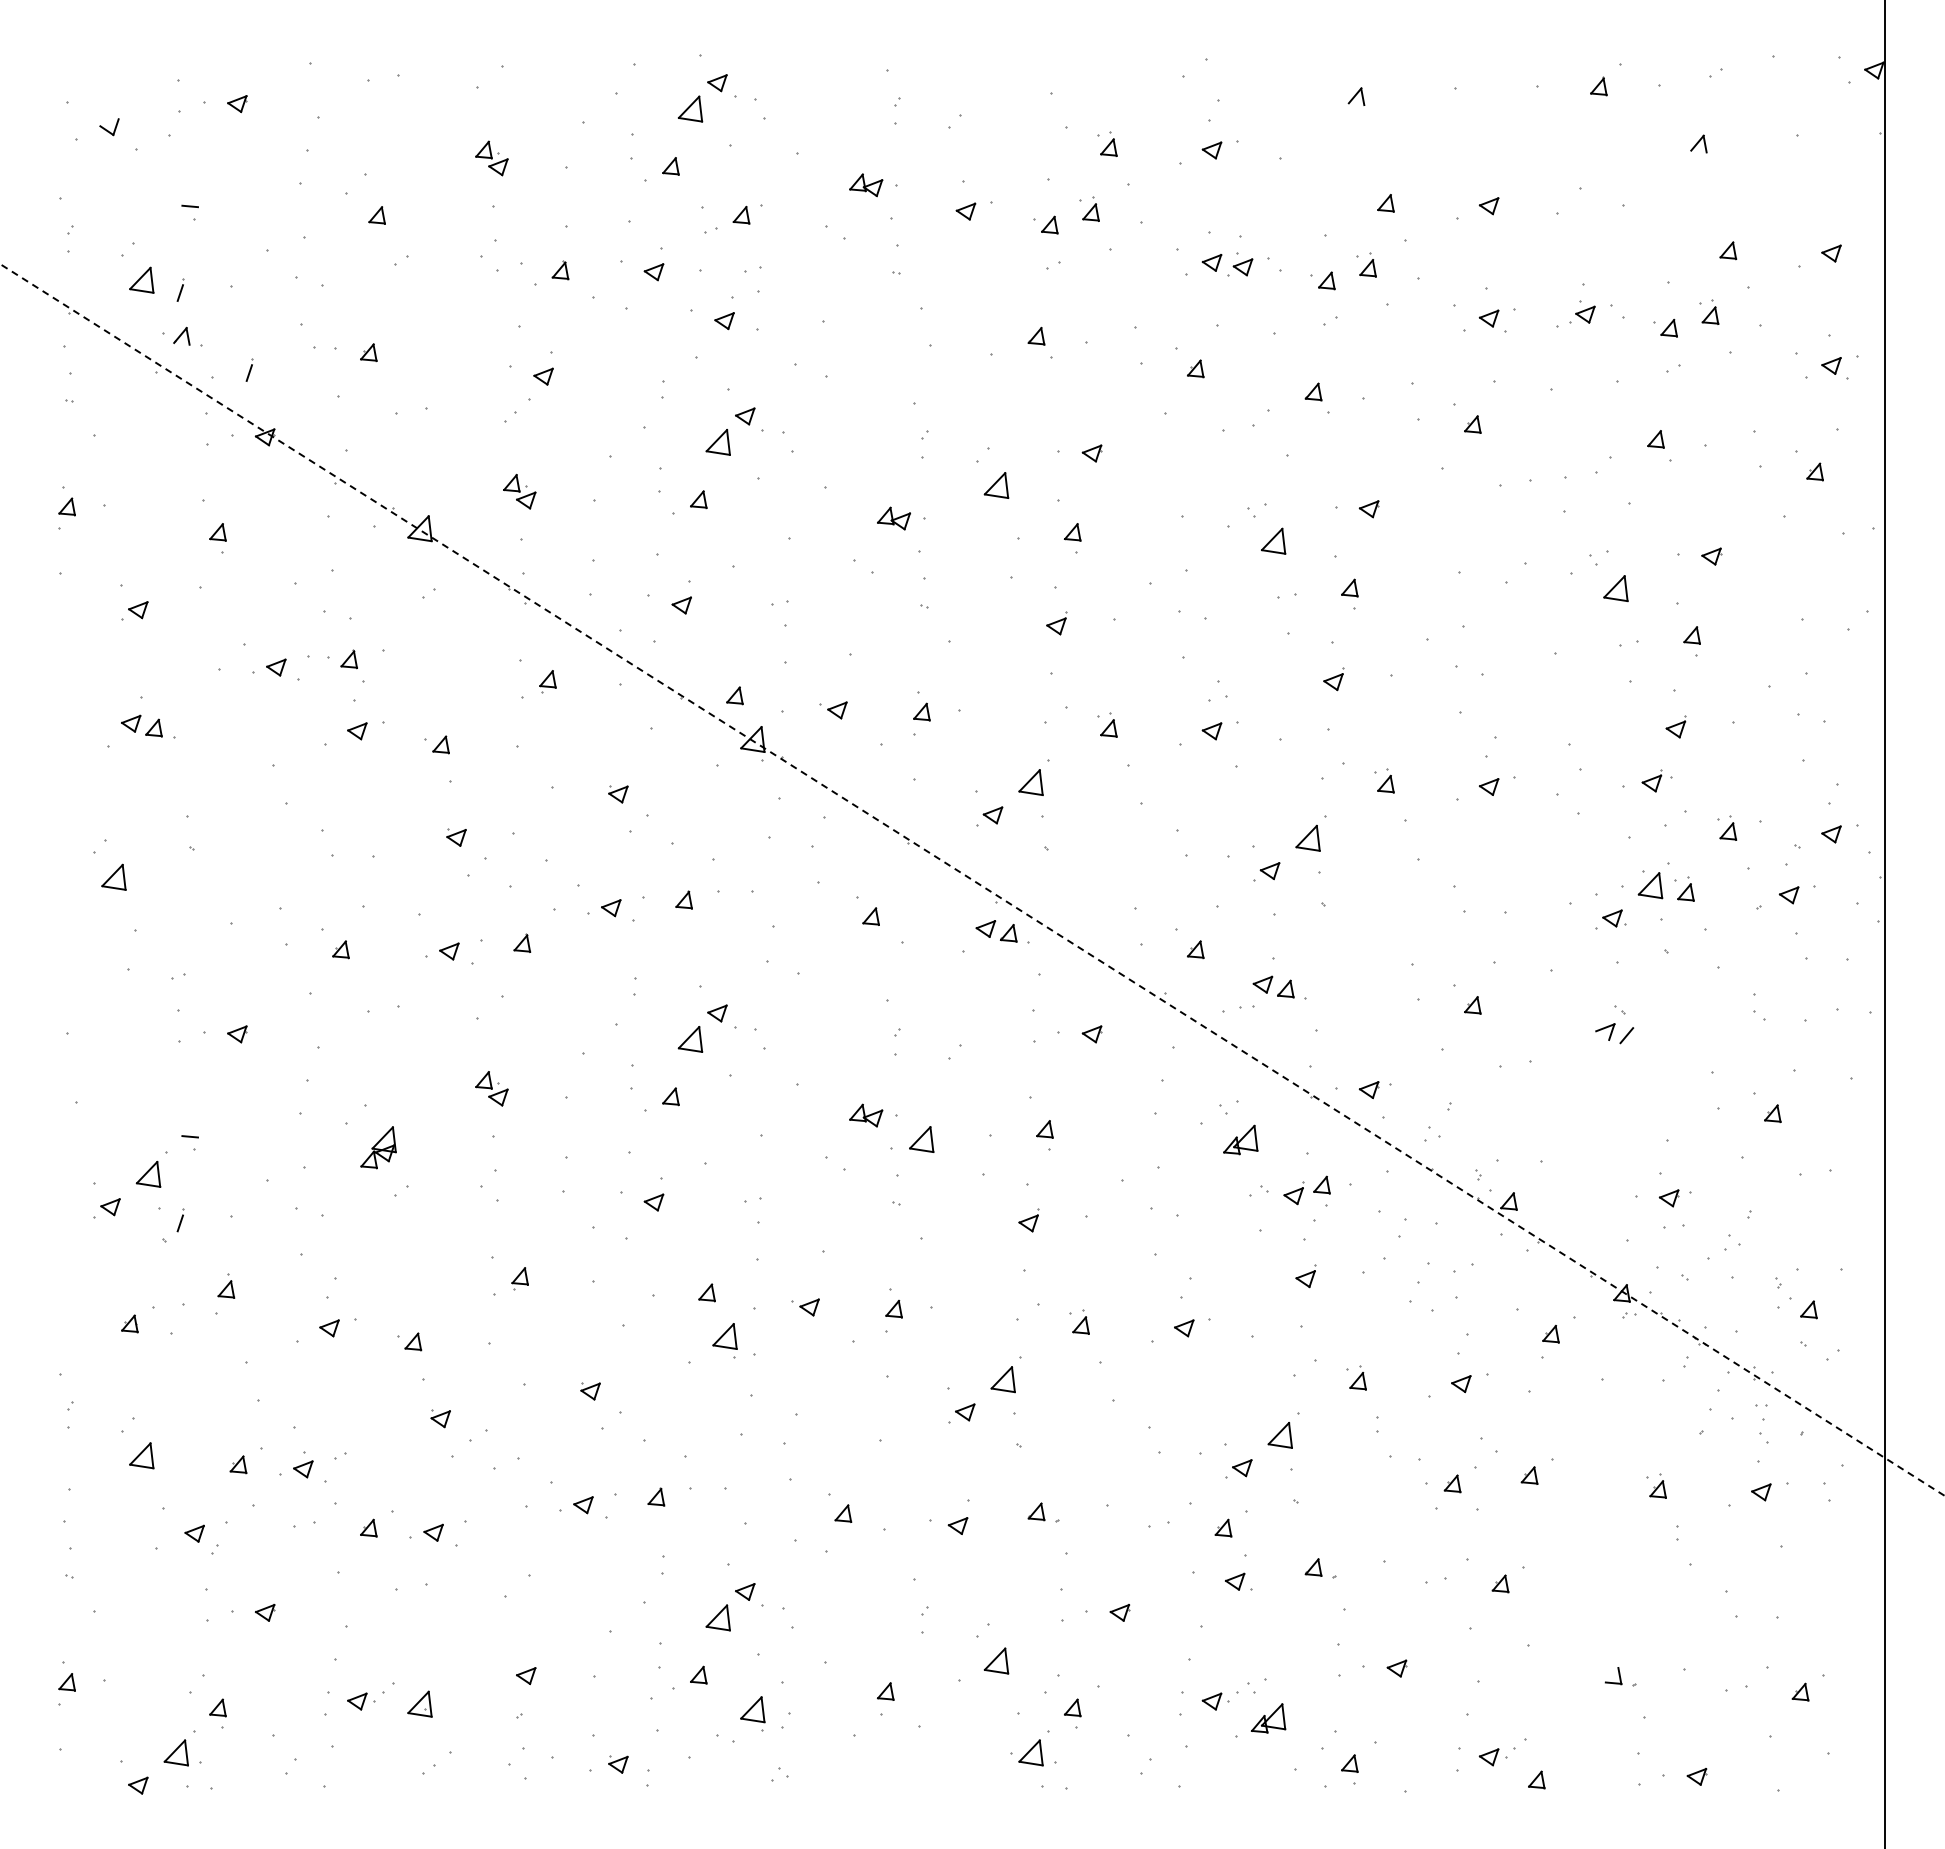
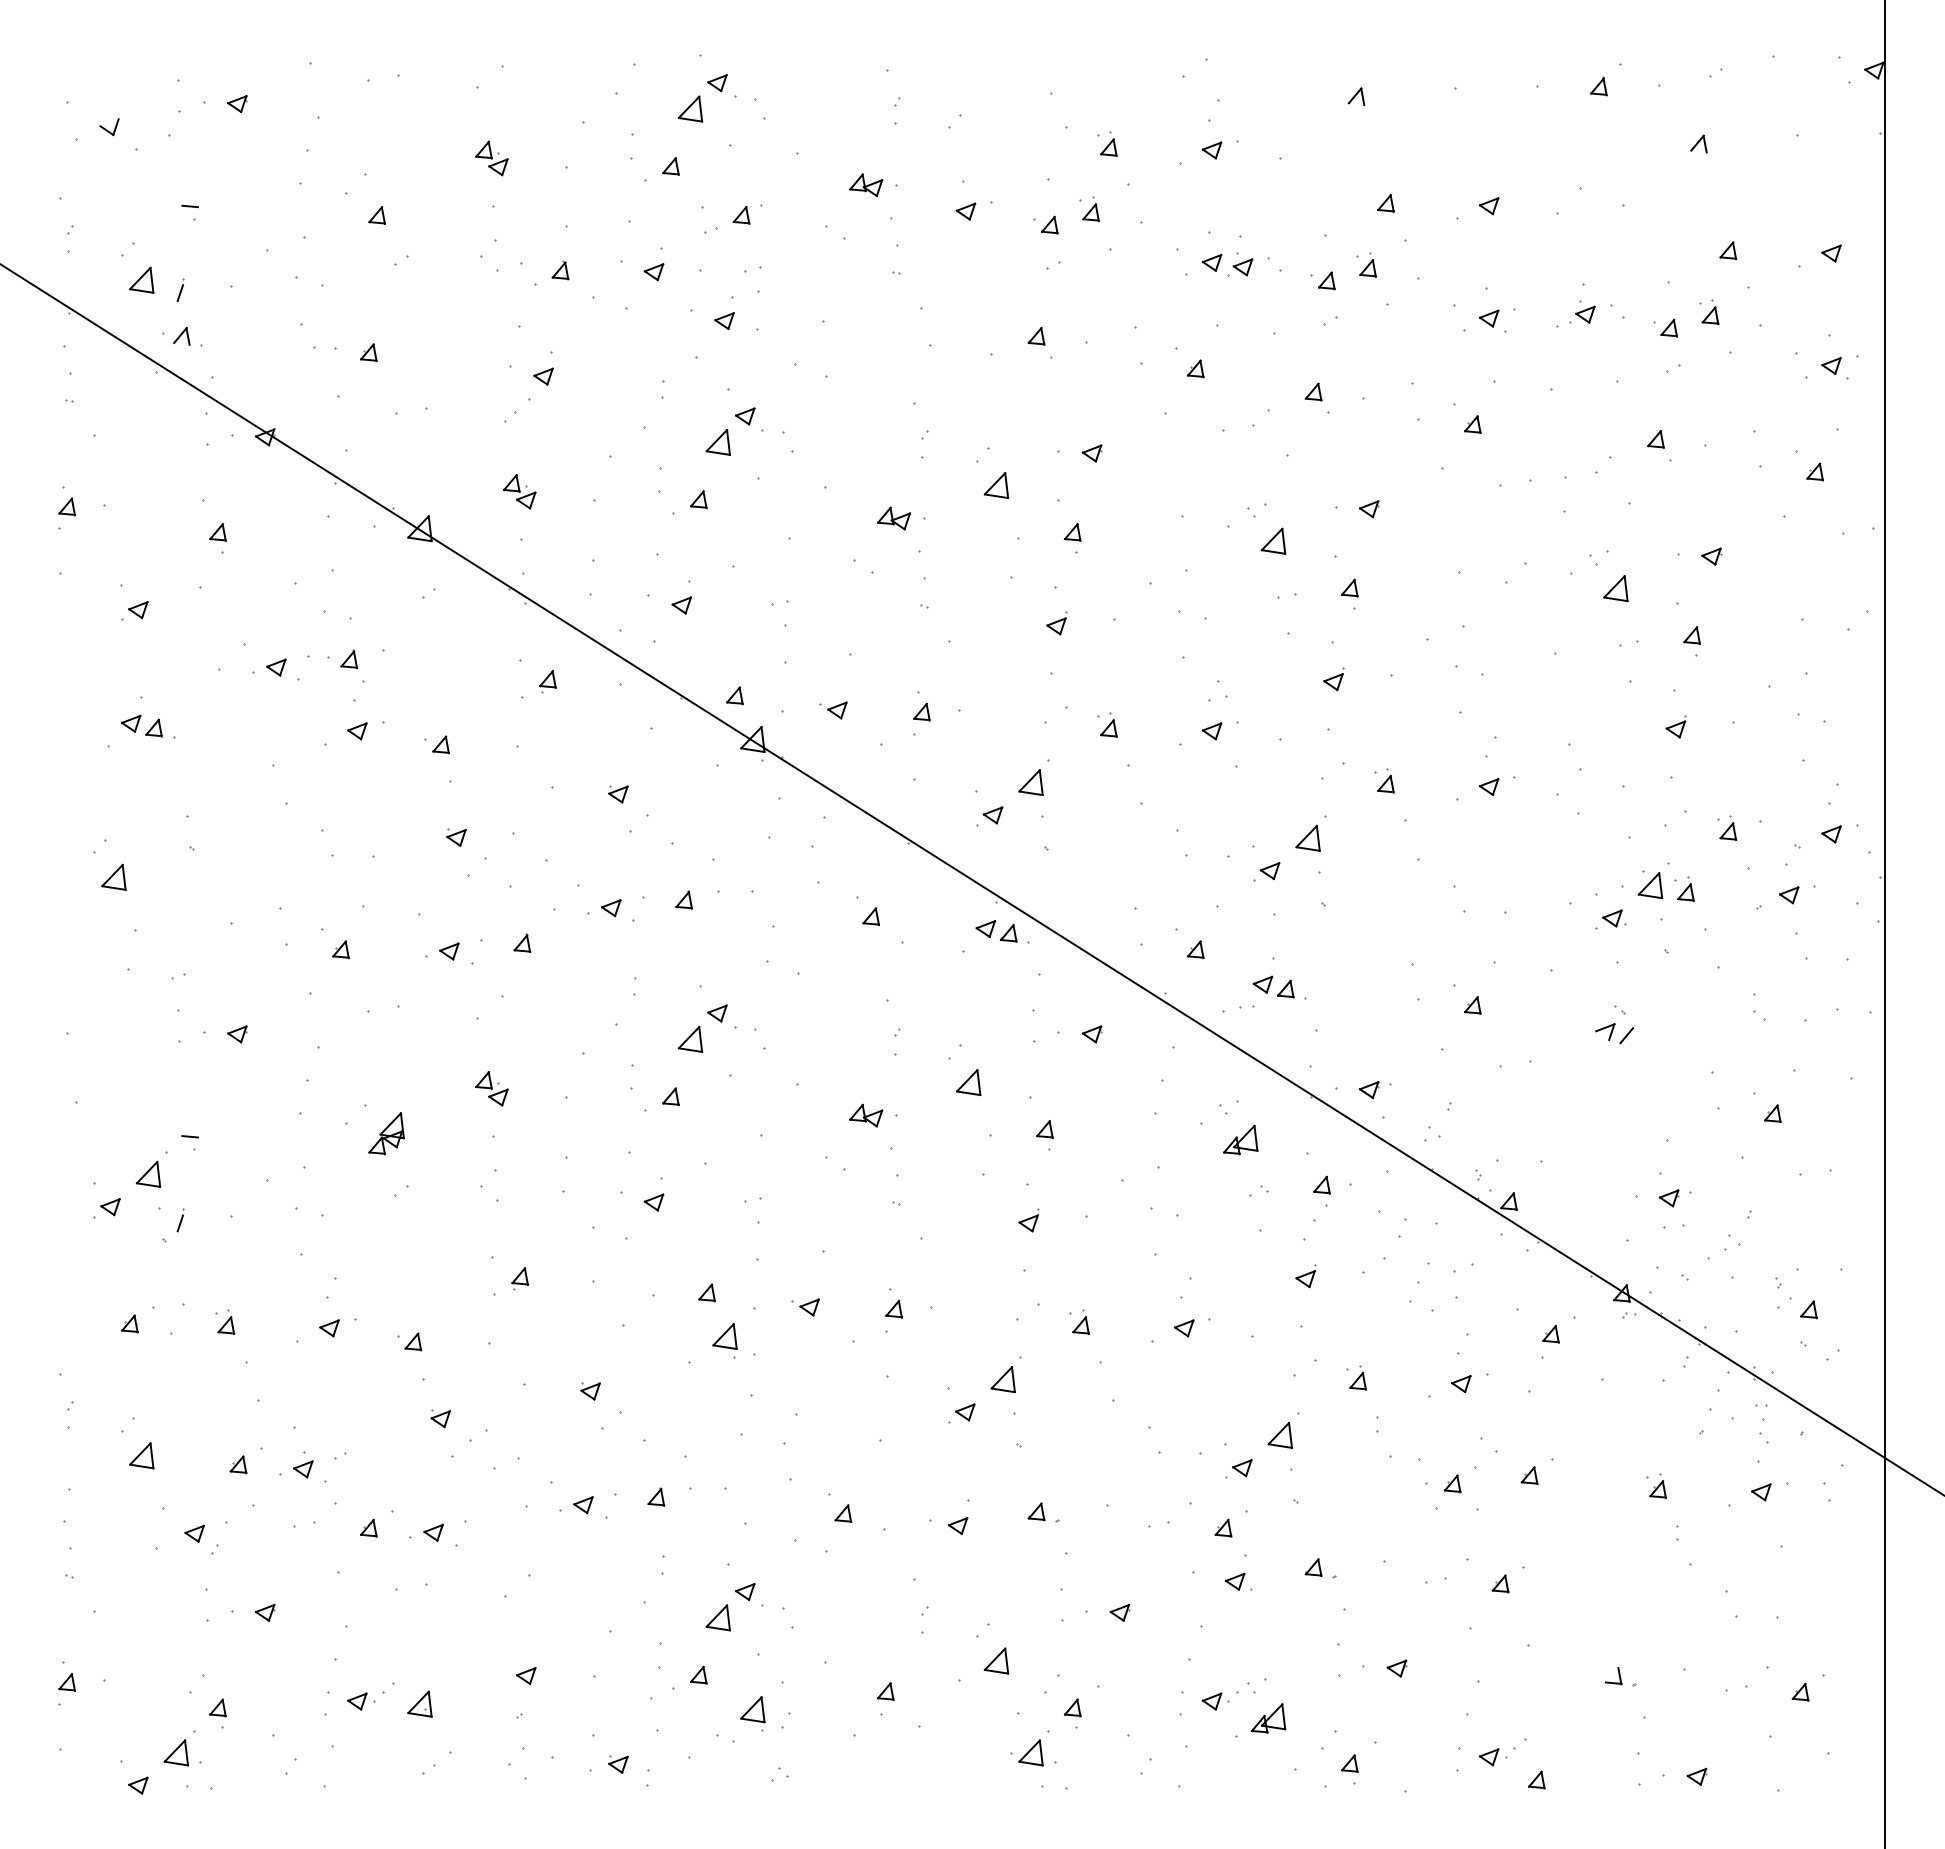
part at (249, 369): present -> none
part at (1651, 780): present -> none
line at (972, 880): dashed -> solid
part at (921, 1139) position: (921, 1139) -> (968, 1082)
part at (378, 1147) position: (378, 1147) -> (386, 1133)
part at (1293, 1193): present -> none
part at (226, 1285) position: (226, 1285) -> (226, 1321)
